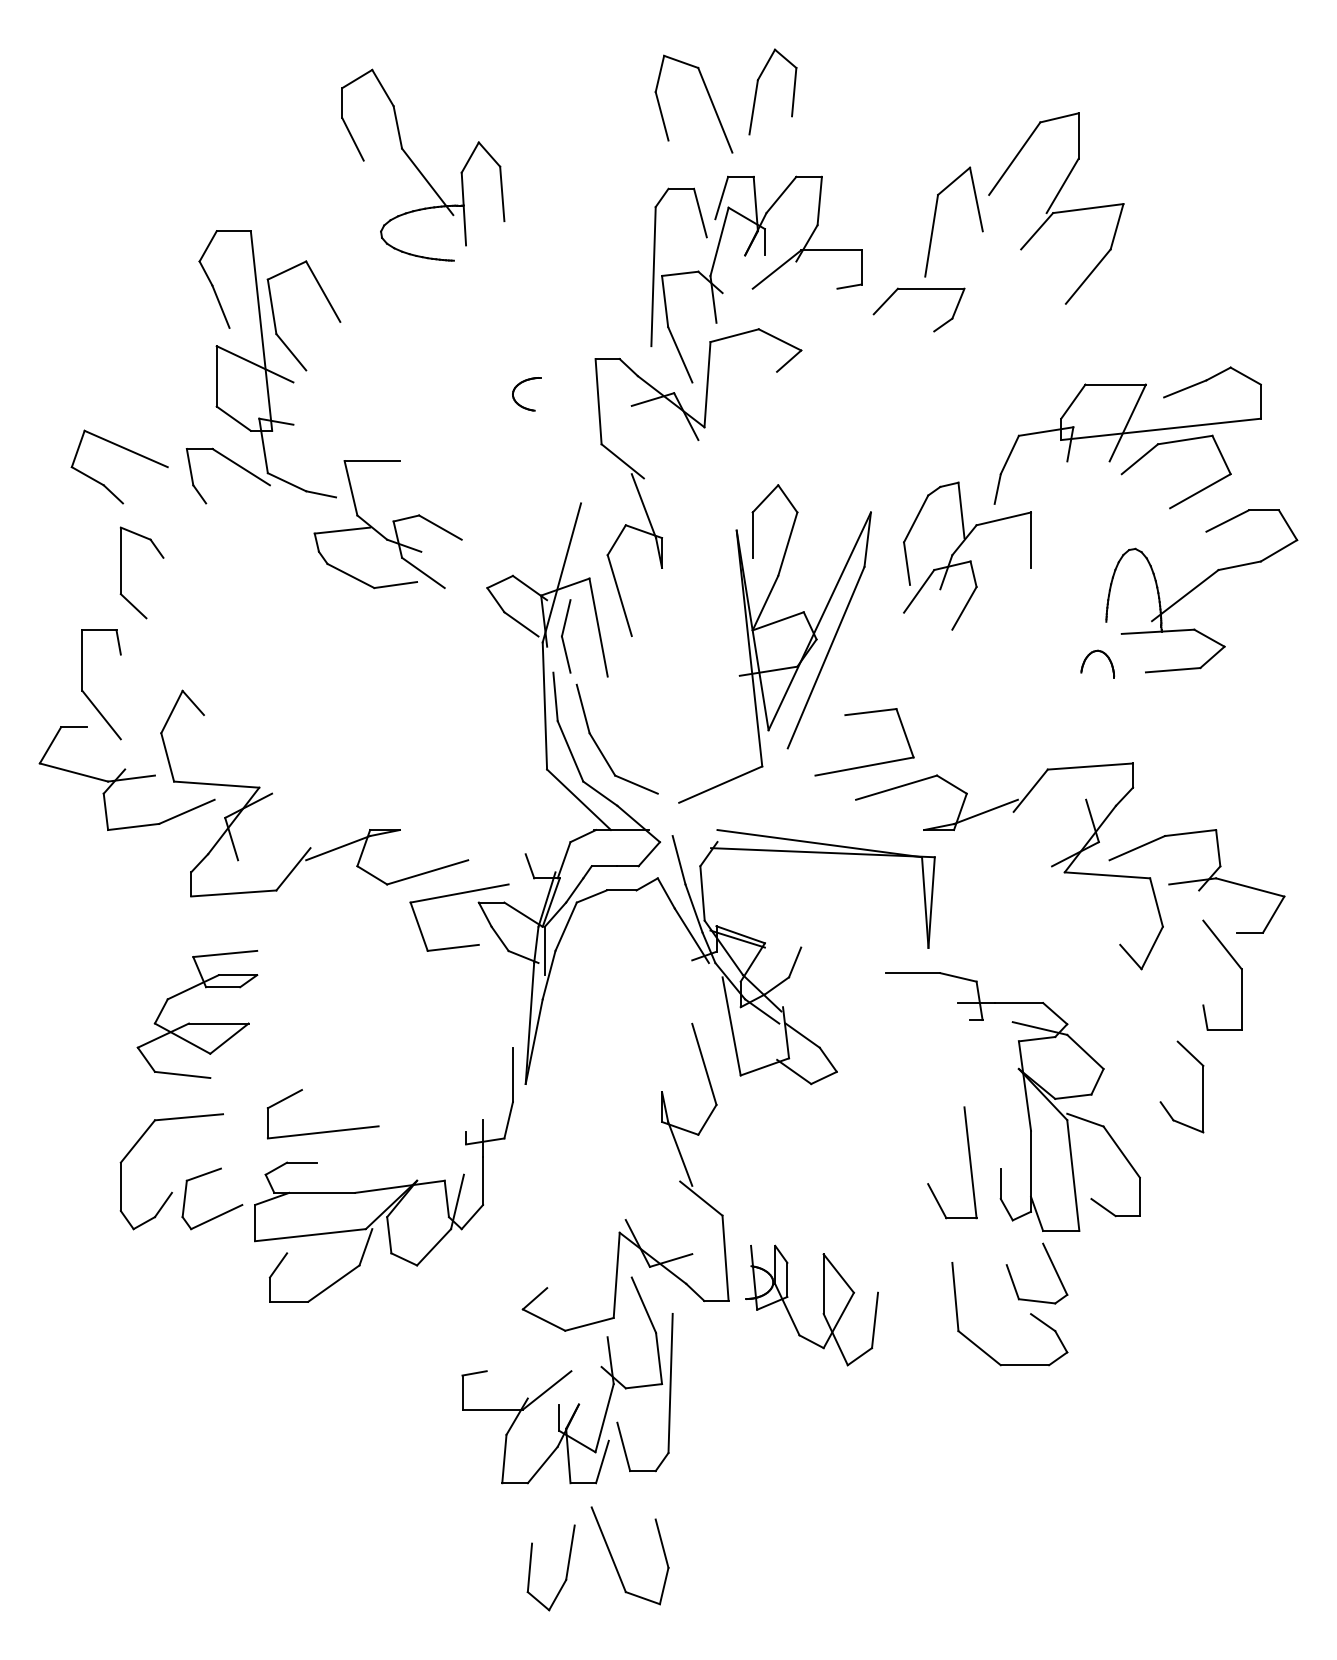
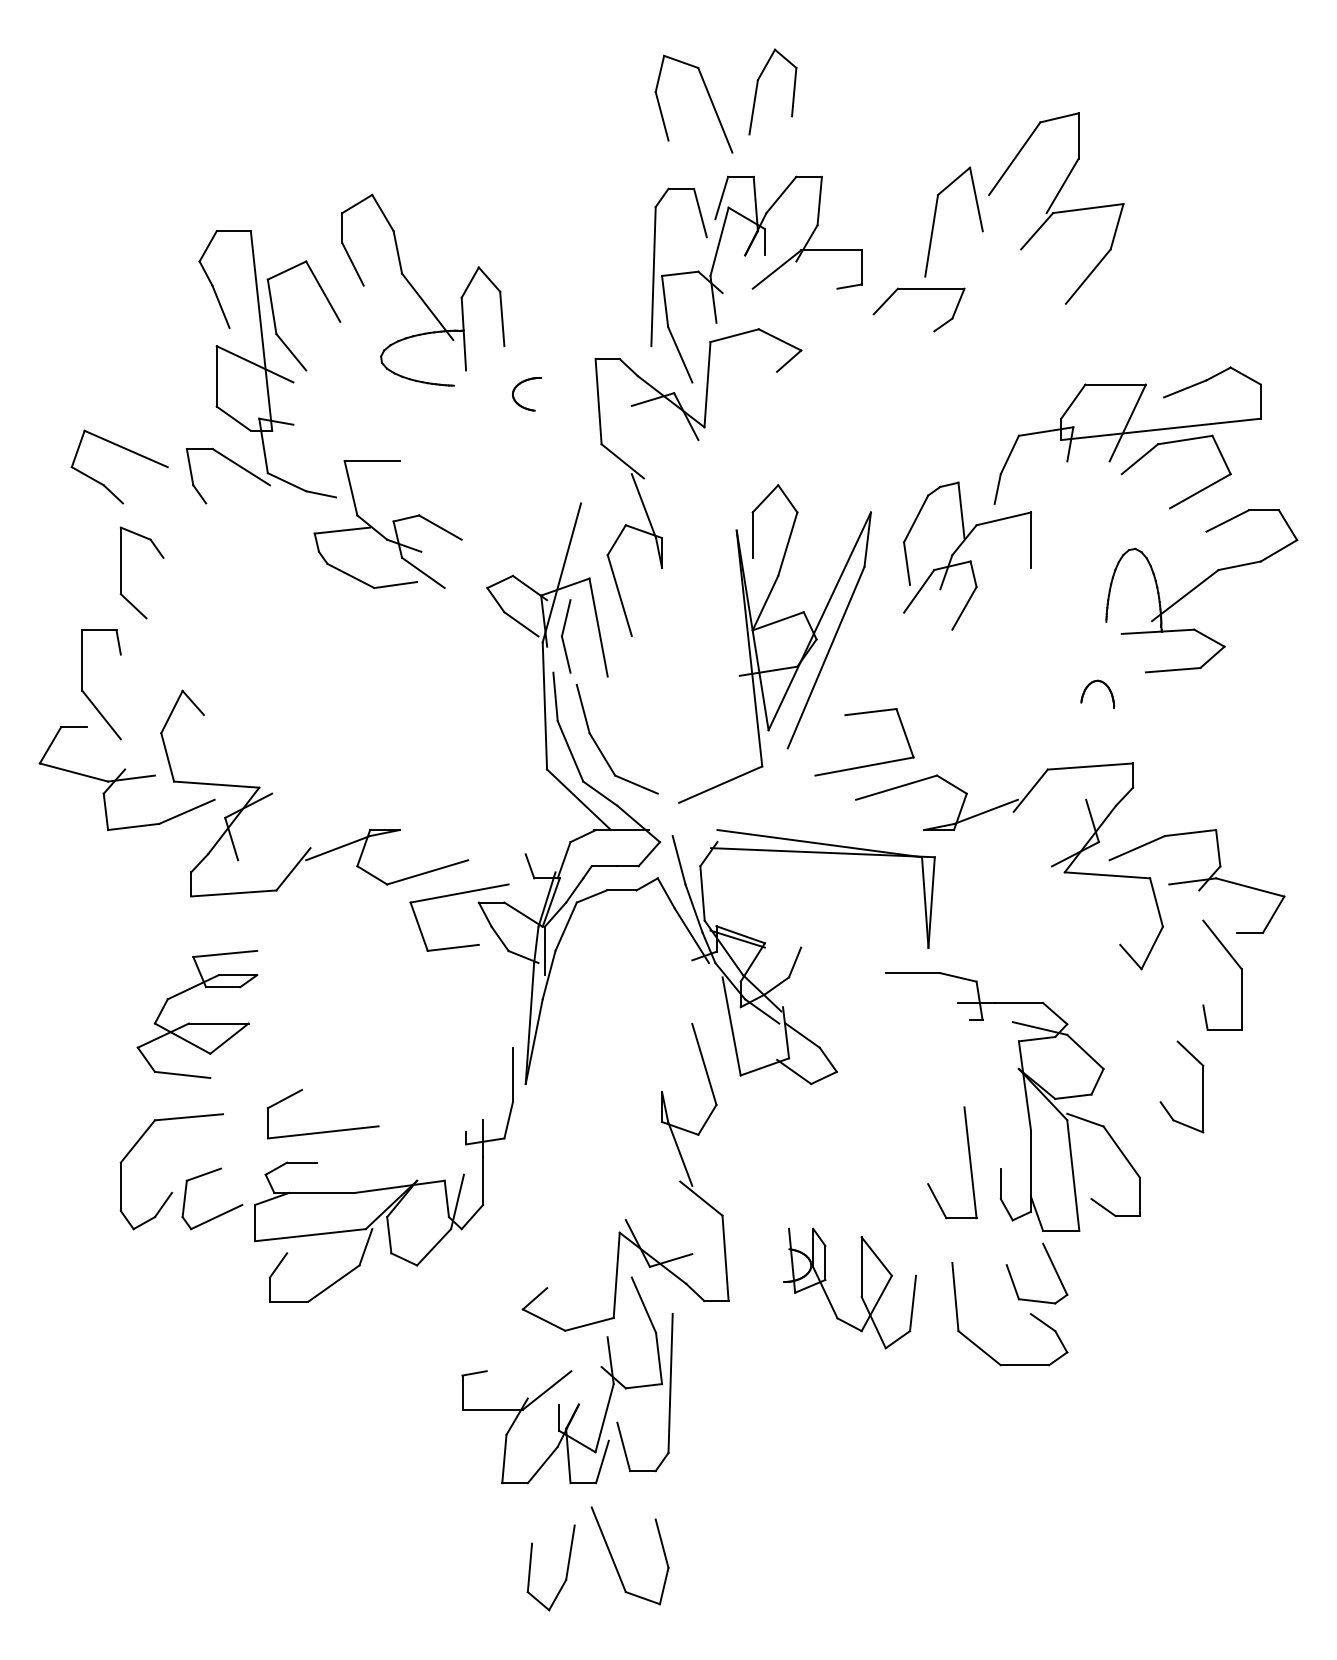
part at (417, 166) position: (417, 166) -> (417, 291)
part at (1091, 654) position: (1091, 654) -> (1091, 684)
part at (823, 1305) position: (823, 1305) -> (861, 1288)
